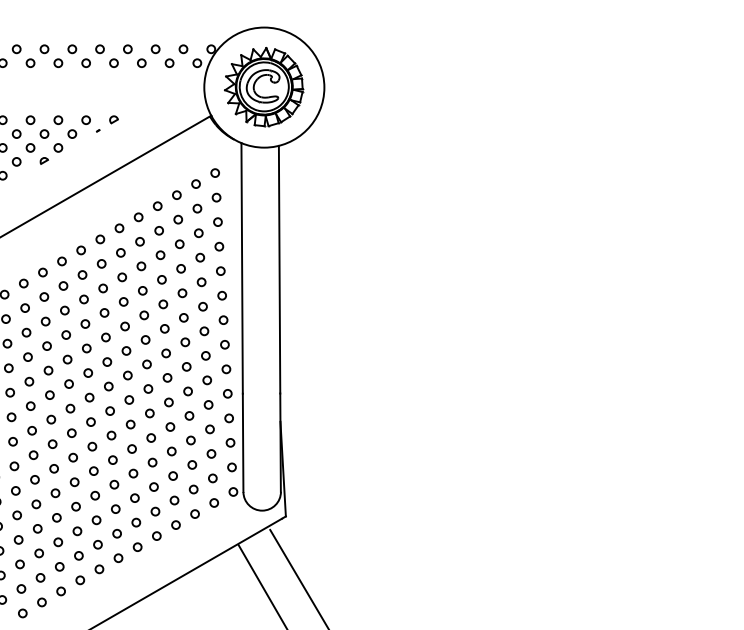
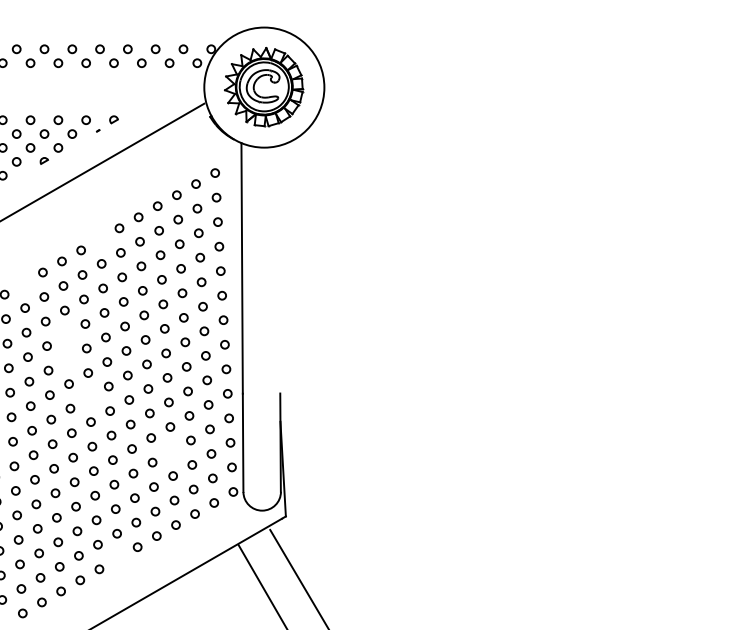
line at (106, 175) position: (106, 175) -> (103, 161)
circle at (100, 239): present -> none
line at (279, 269): present -> none
circle at (23, 283): present -> none
circle at (65, 334): present -> none
circle at (67, 359): present -> none
circle at (89, 397): present -> none
circle at (171, 451): present -> none
circle at (118, 557): present -> none
